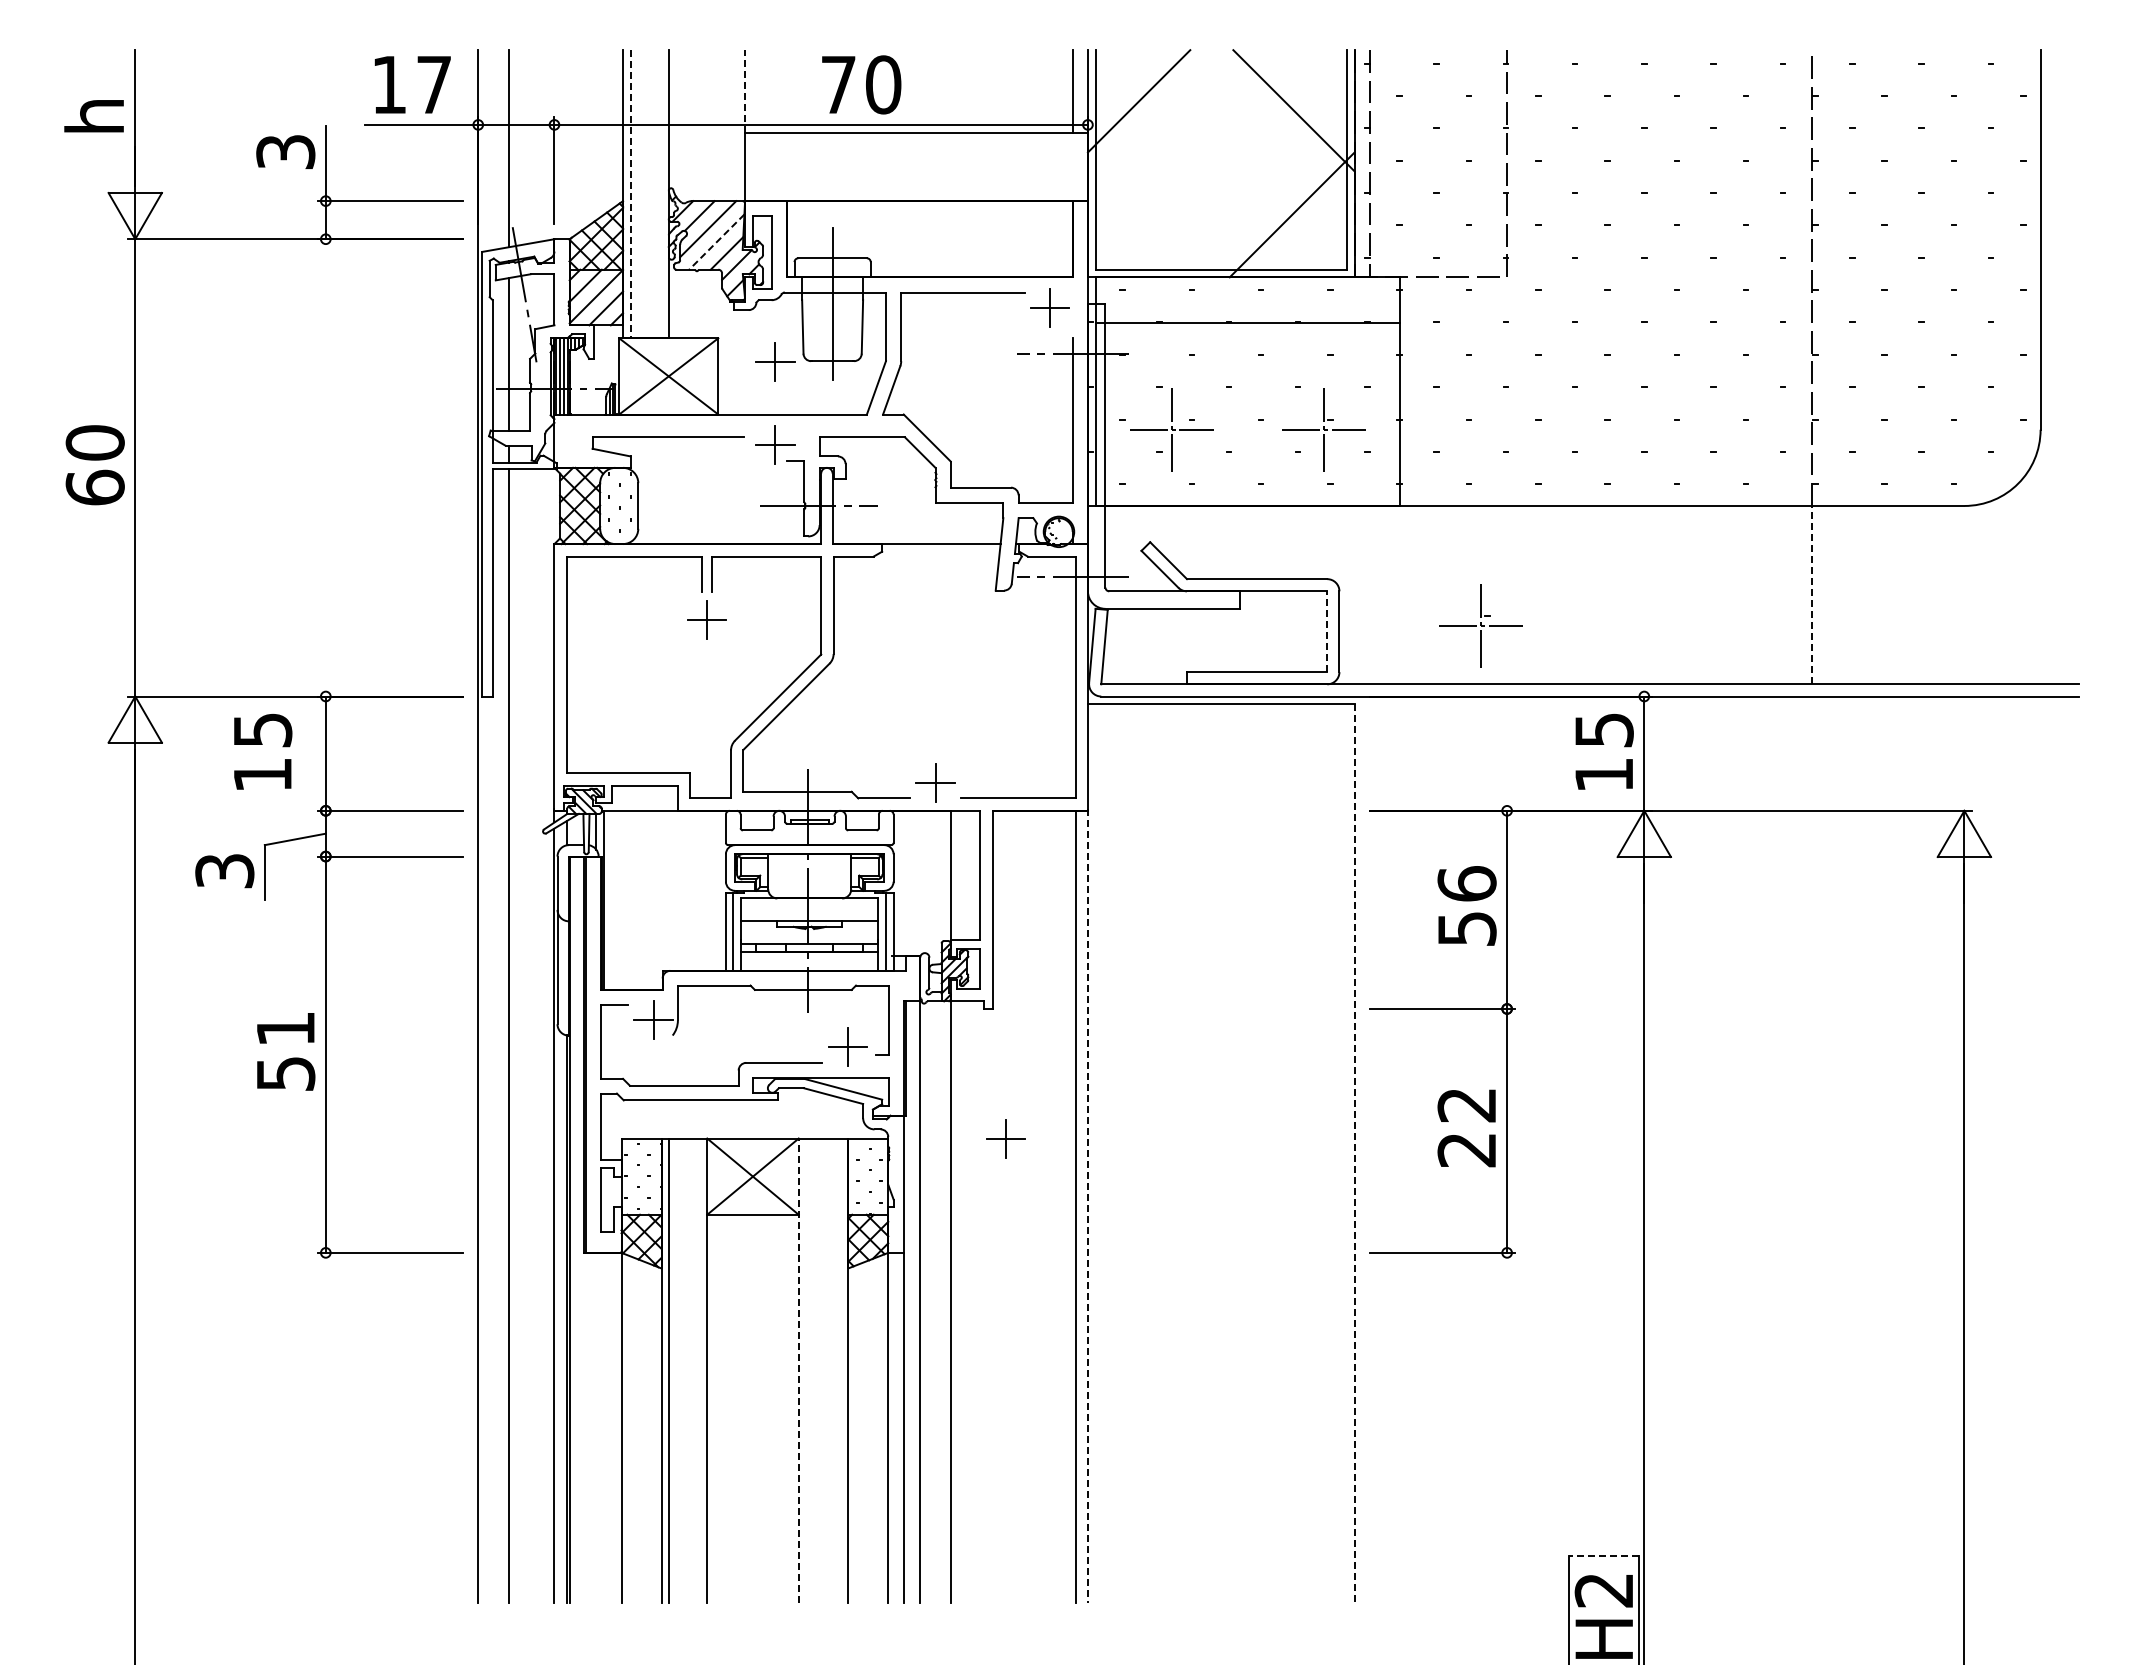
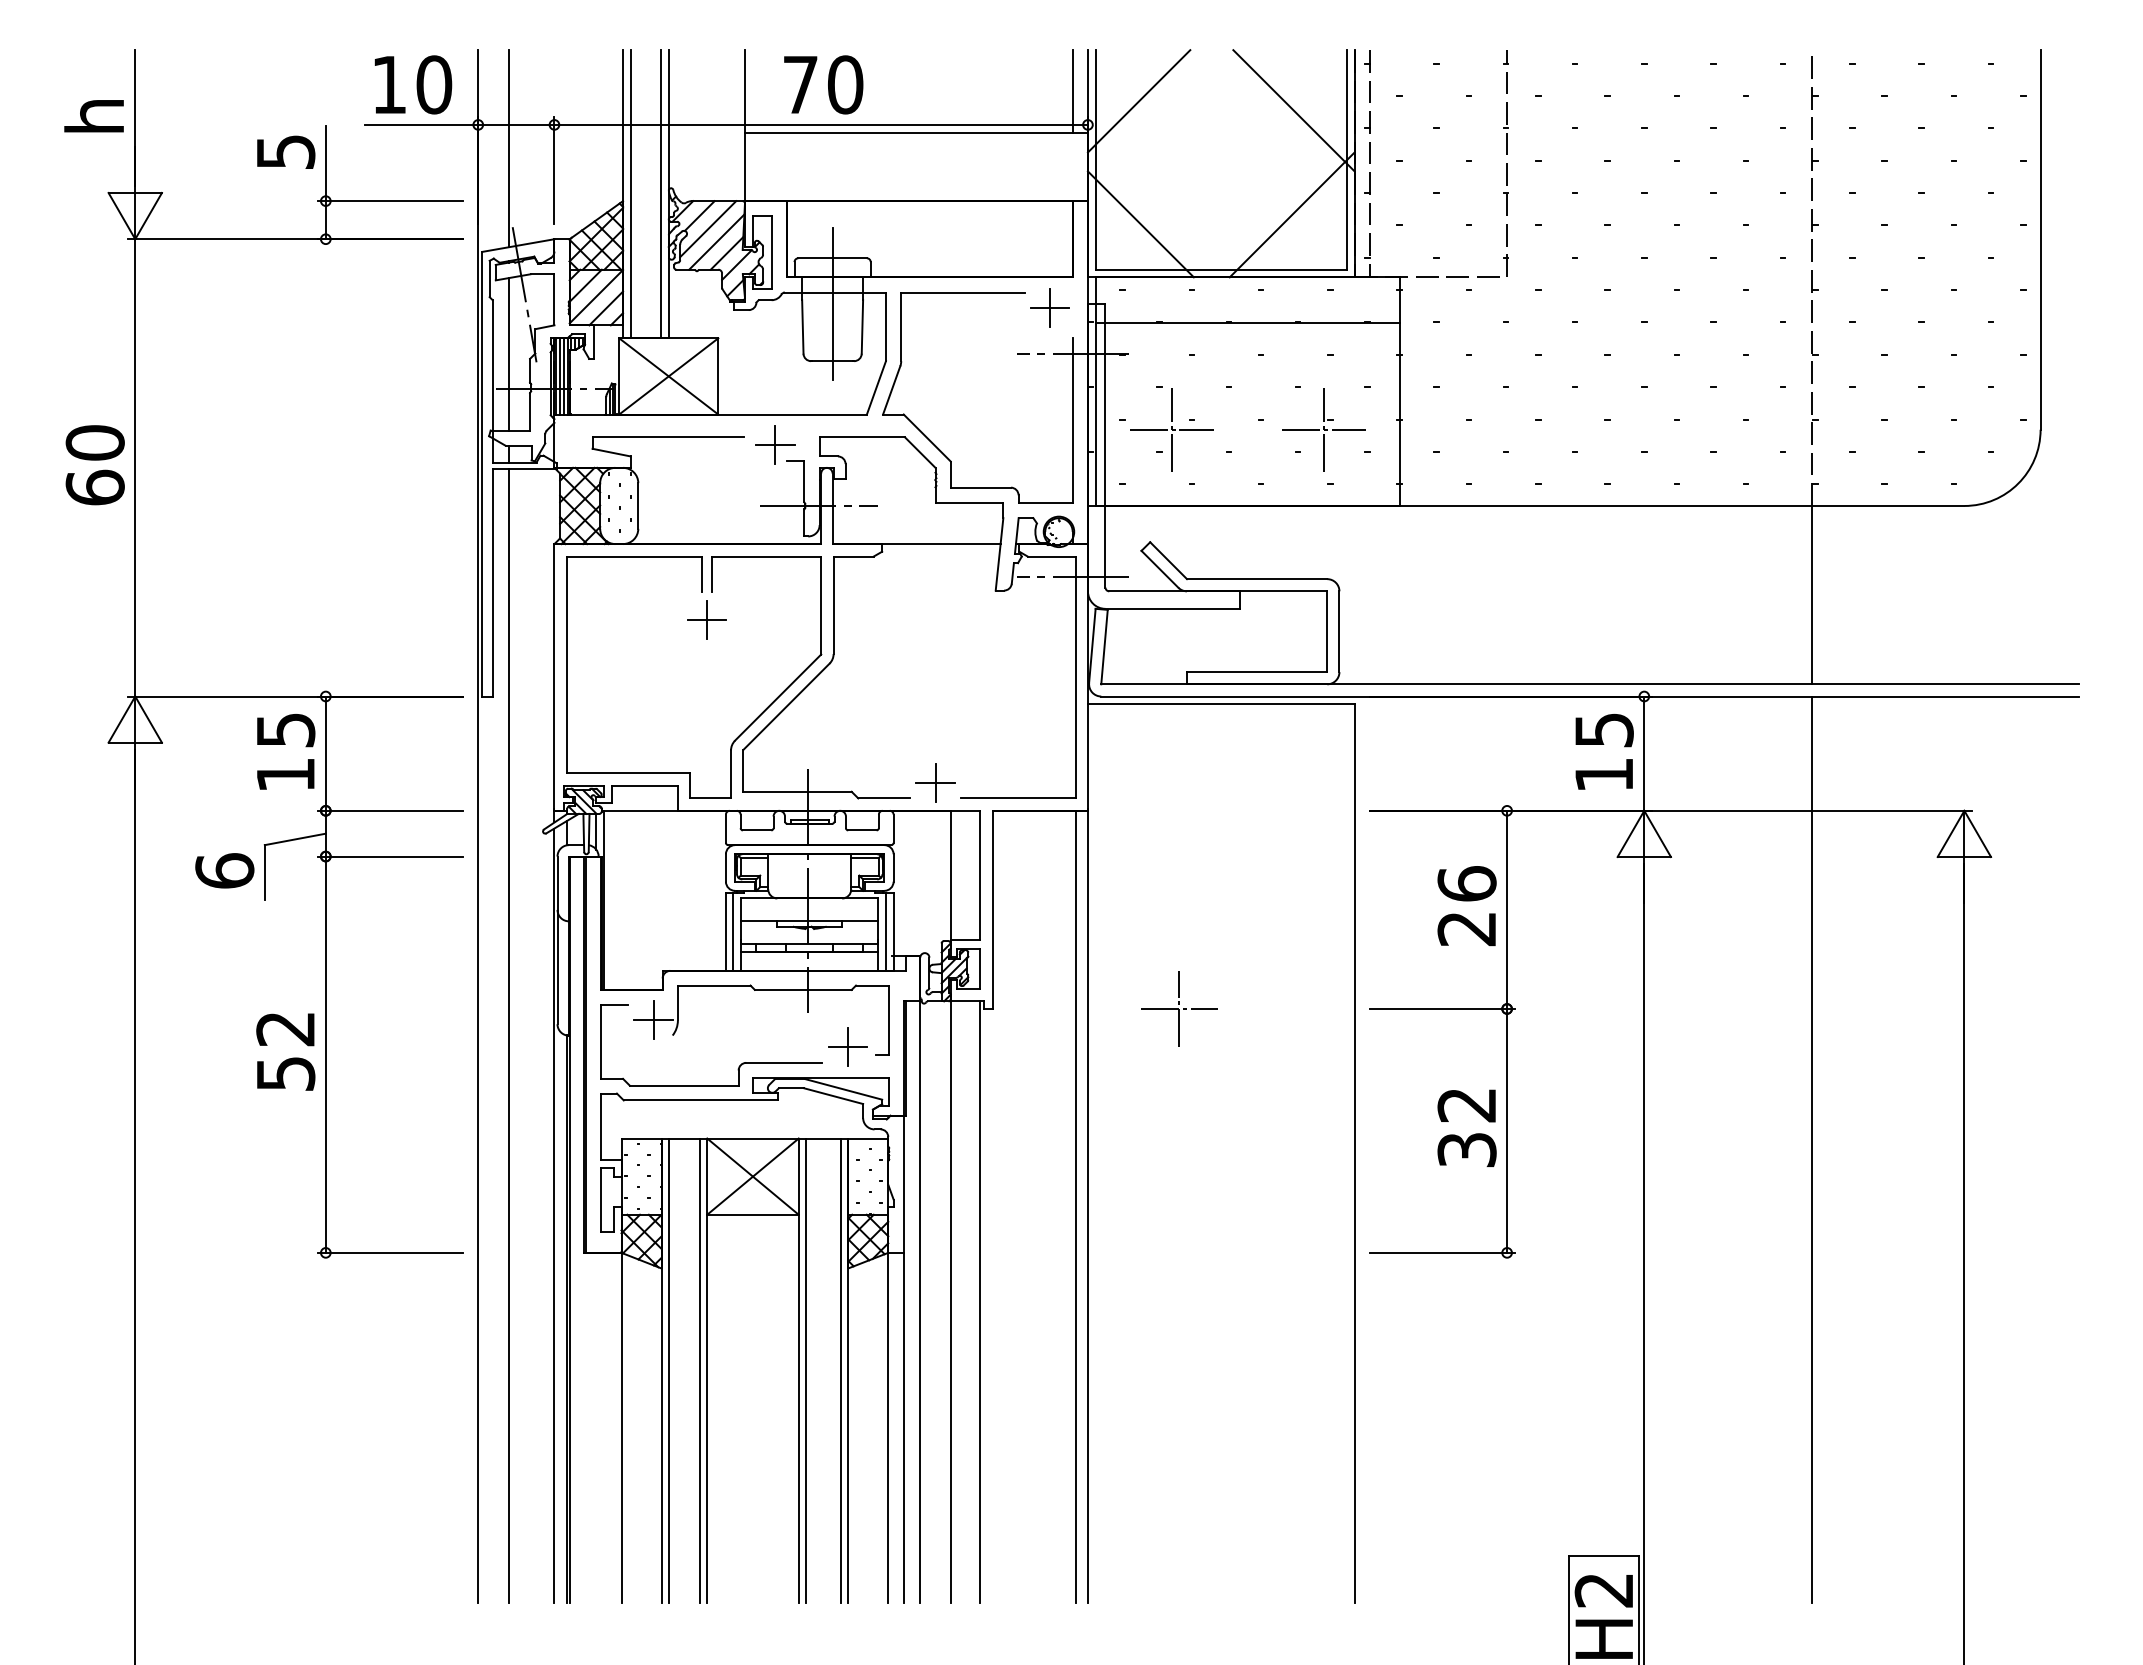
text at (434, 84): 17 -> 10
text at (861, 84) position: (861, 84) -> (823, 84)
line at (744, 90): dashed -> solid
text at (285, 151): 3 -> 5
line at (630, 194): dashed -> solid
line at (661, 194): none -> present
line at (1140, 224): none -> present
line at (716, 242): dashed -> solid
part at (775, 361): present -> none
line at (1811, 594): dashed -> solid
part at (1480, 625): present -> none
line at (1327, 631): dashed -> solid
text at (263, 751) position: (263, 751) -> (286, 751)
text at (224, 870): 3 -> 6
text at (1466, 929): 56 -> 26
part at (1179, 1008): none -> present
text at (285, 1029): 51 -> 52
part at (1005, 1138): present -> none
line at (1811, 1149): none -> present
text at (1466, 1150): 22 -> 32
line at (1354, 1153): dashed -> solid
line at (1087, 1206): dashed -> solid
line at (980, 1302): none -> present
line at (699, 1370): none -> present
line at (798, 1370): dashed -> solid
line at (806, 1370): none -> present
line at (840, 1370): none -> present
line at (1603, 1556): dashed -> solid
